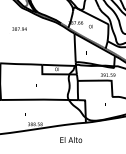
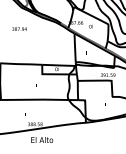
text at (71, 139) position: (71, 139) -> (42, 139)
